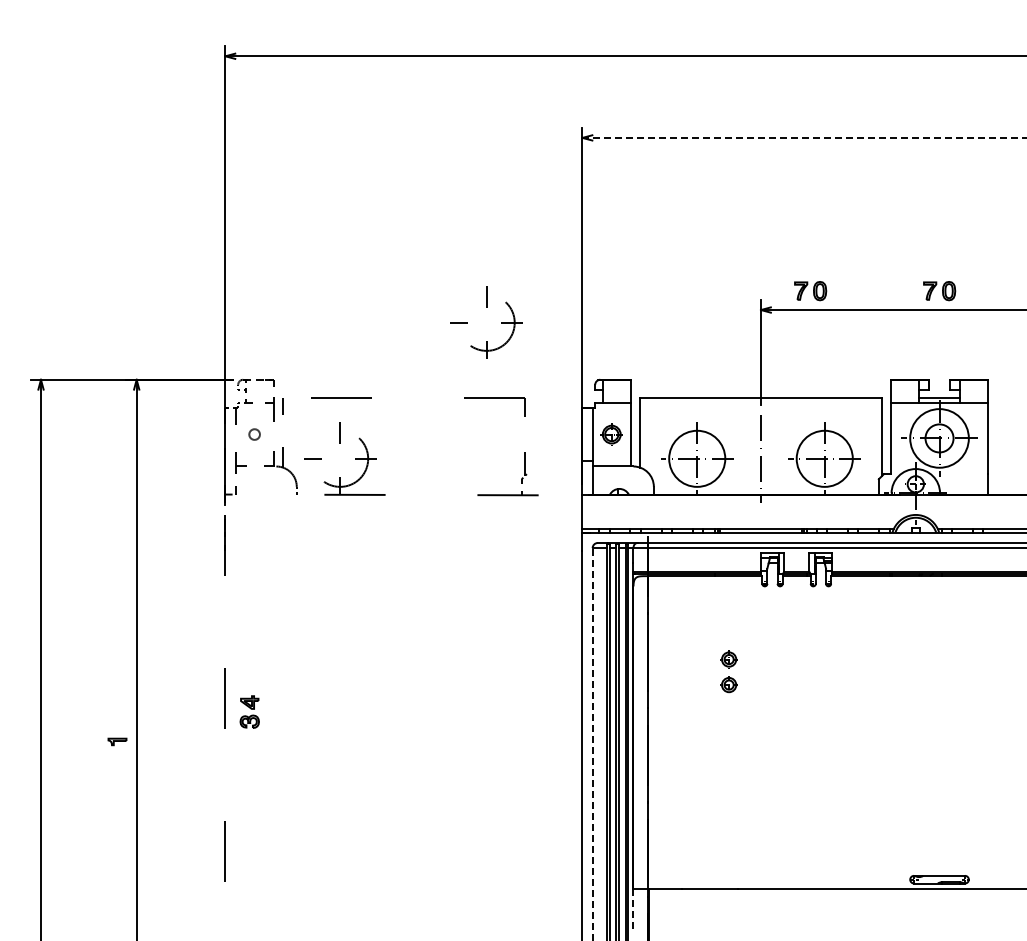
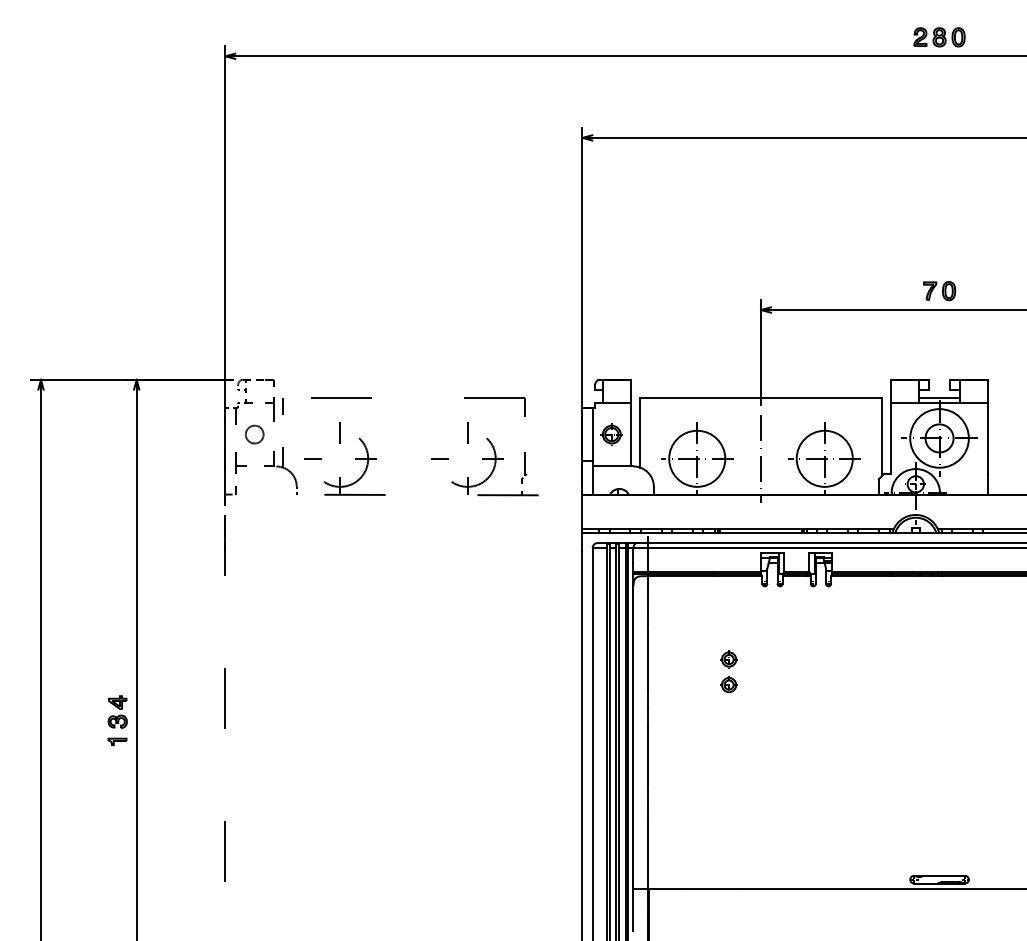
part at (939, 37): none -> present
line at (804, 137): dashed -> solid
part at (810, 291): present -> none
part at (486, 307) position: (486, 307) -> (467, 443)
circle at (254, 434) size: 13x13 px -> 21x21 px
part at (249, 711) position: (249, 711) -> (117, 711)
line at (592, 744): dashed -> solid
line at (633, 910): dashed -> solid
